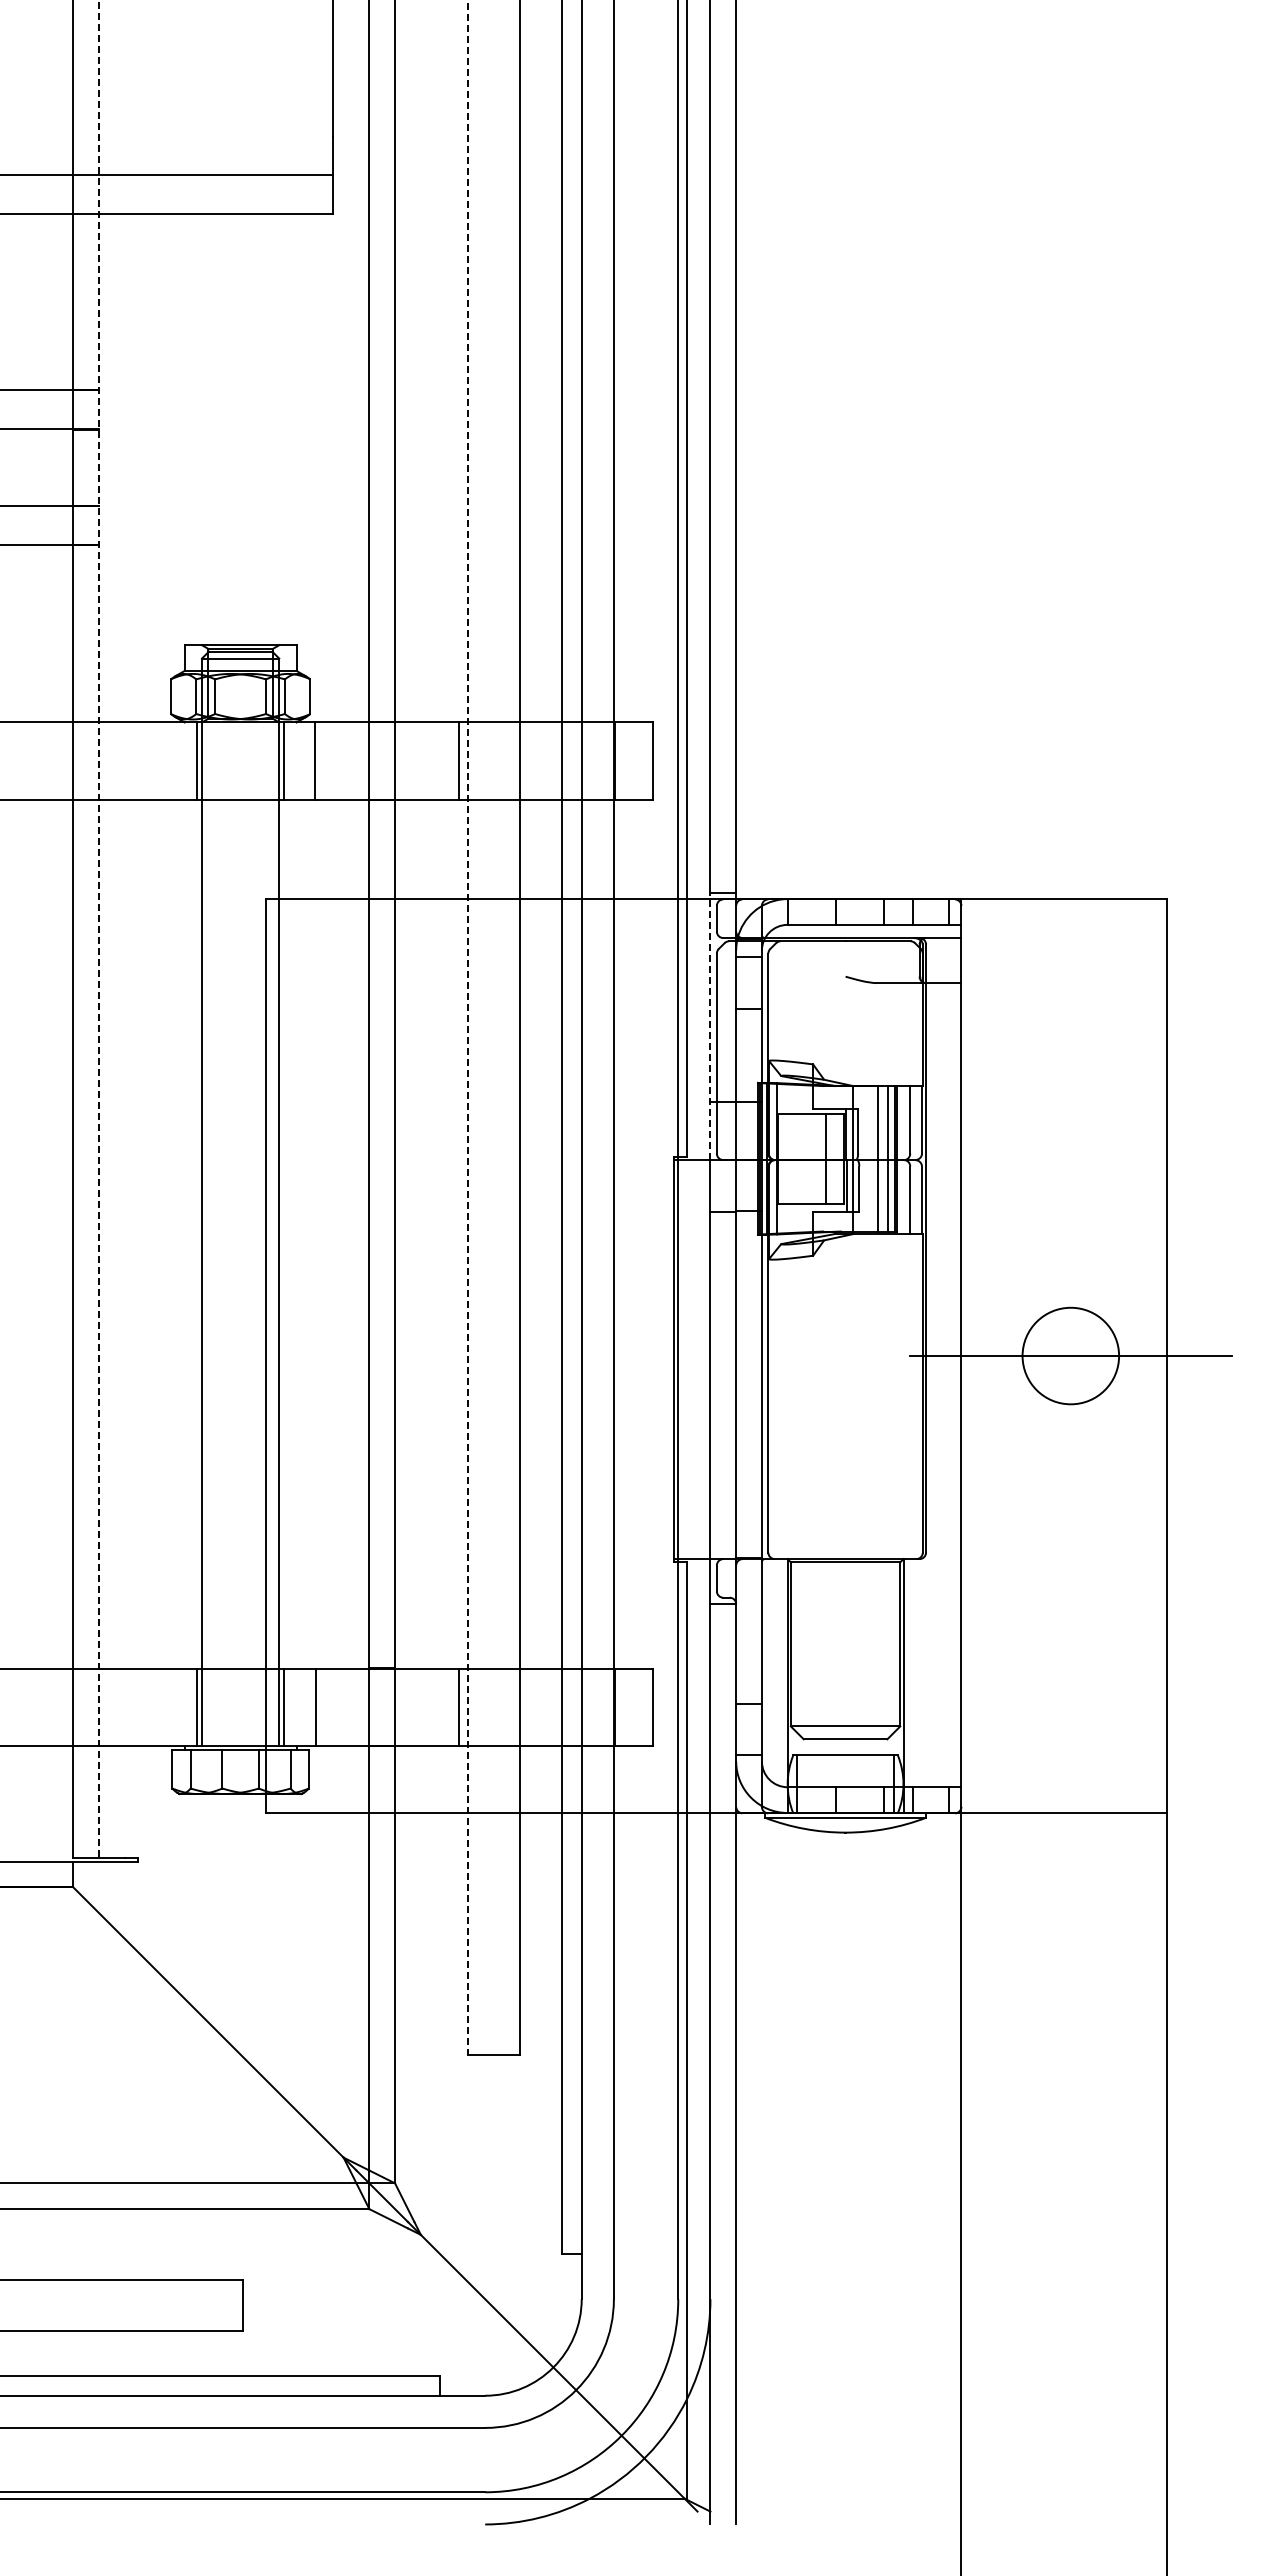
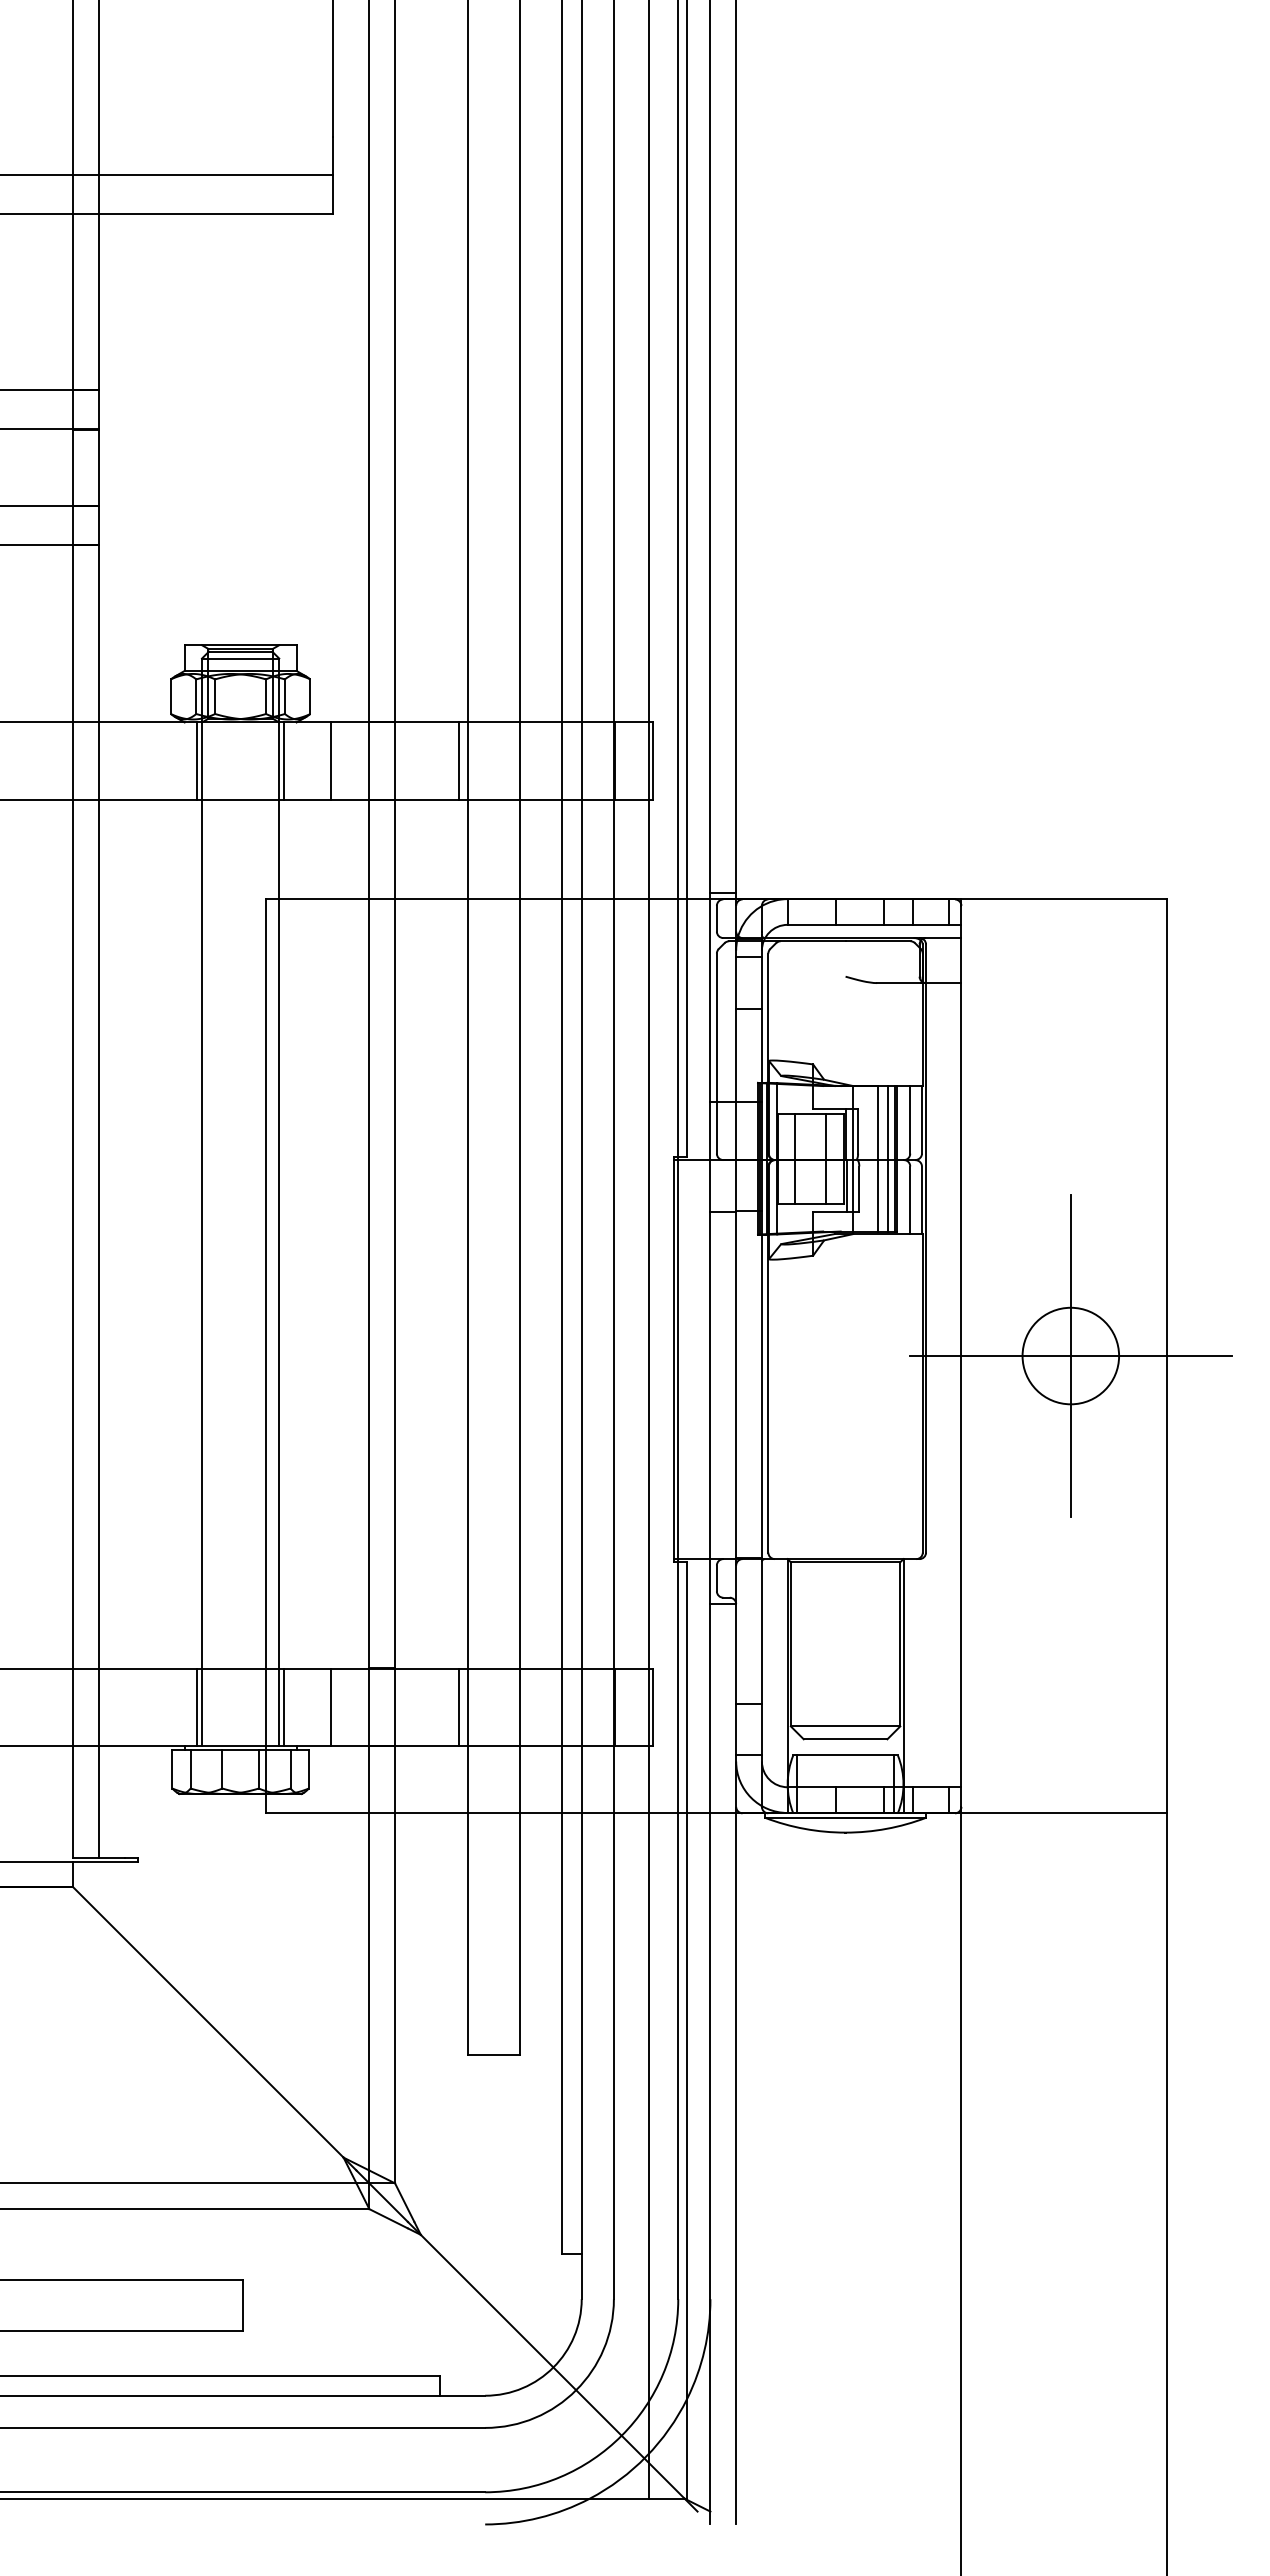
line at (314, 760) position: (314, 760) -> (330, 760)
line at (99, 930): dashed -> solid
line at (710, 1026): dashed -> solid
line at (468, 1027): dashed -> solid
line at (795, 1158): none -> present
line at (648, 1250): none -> present
line at (1070, 1355): none -> present
line at (315, 1706) position: (315, 1706) -> (330, 1706)
